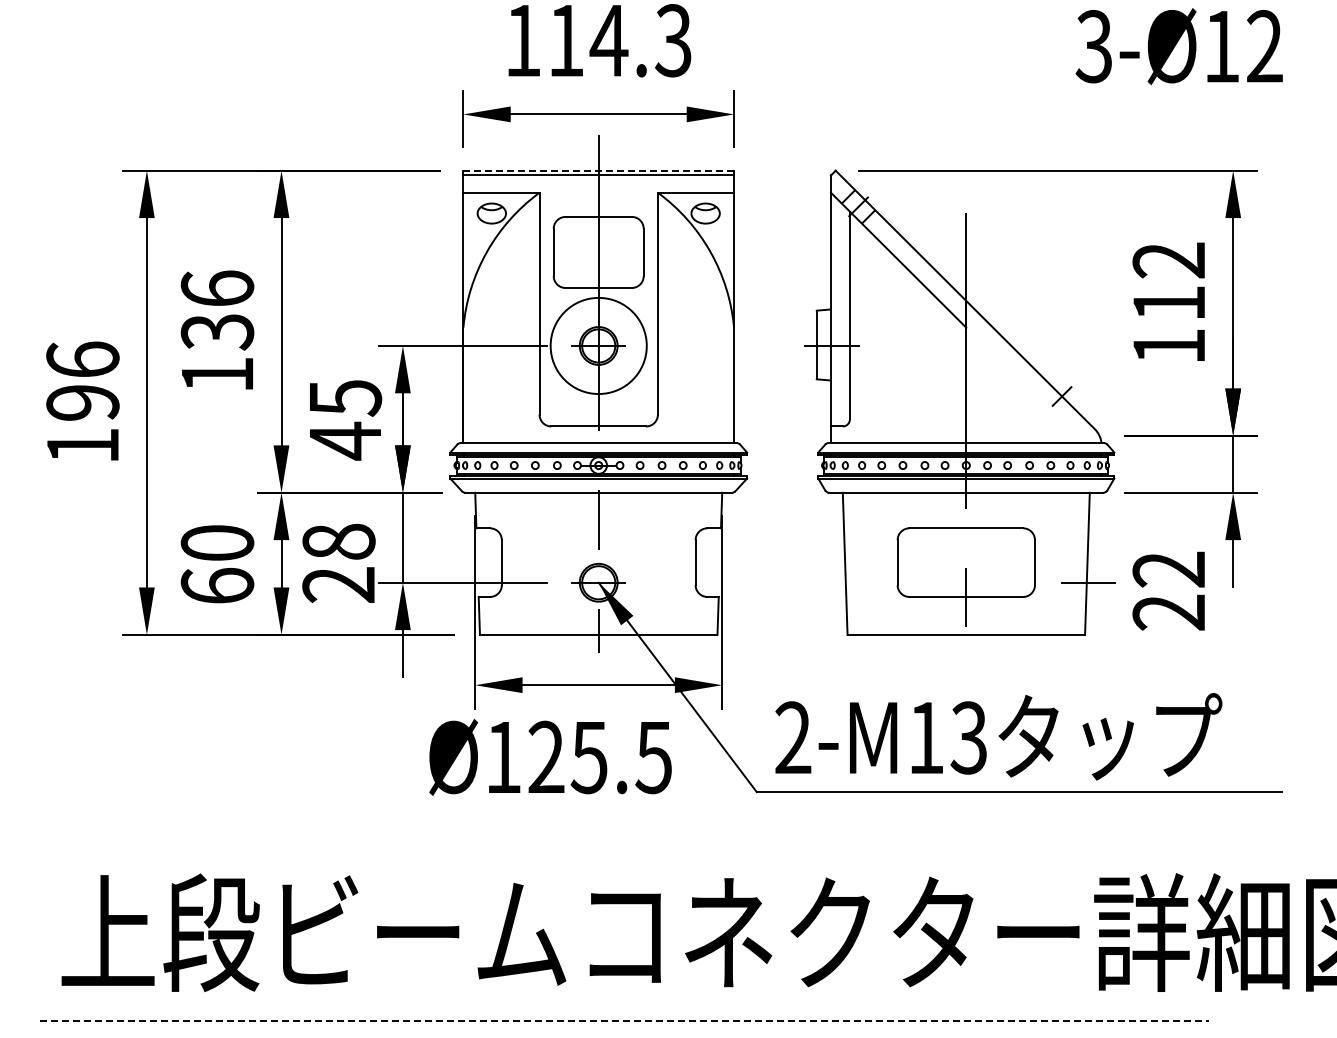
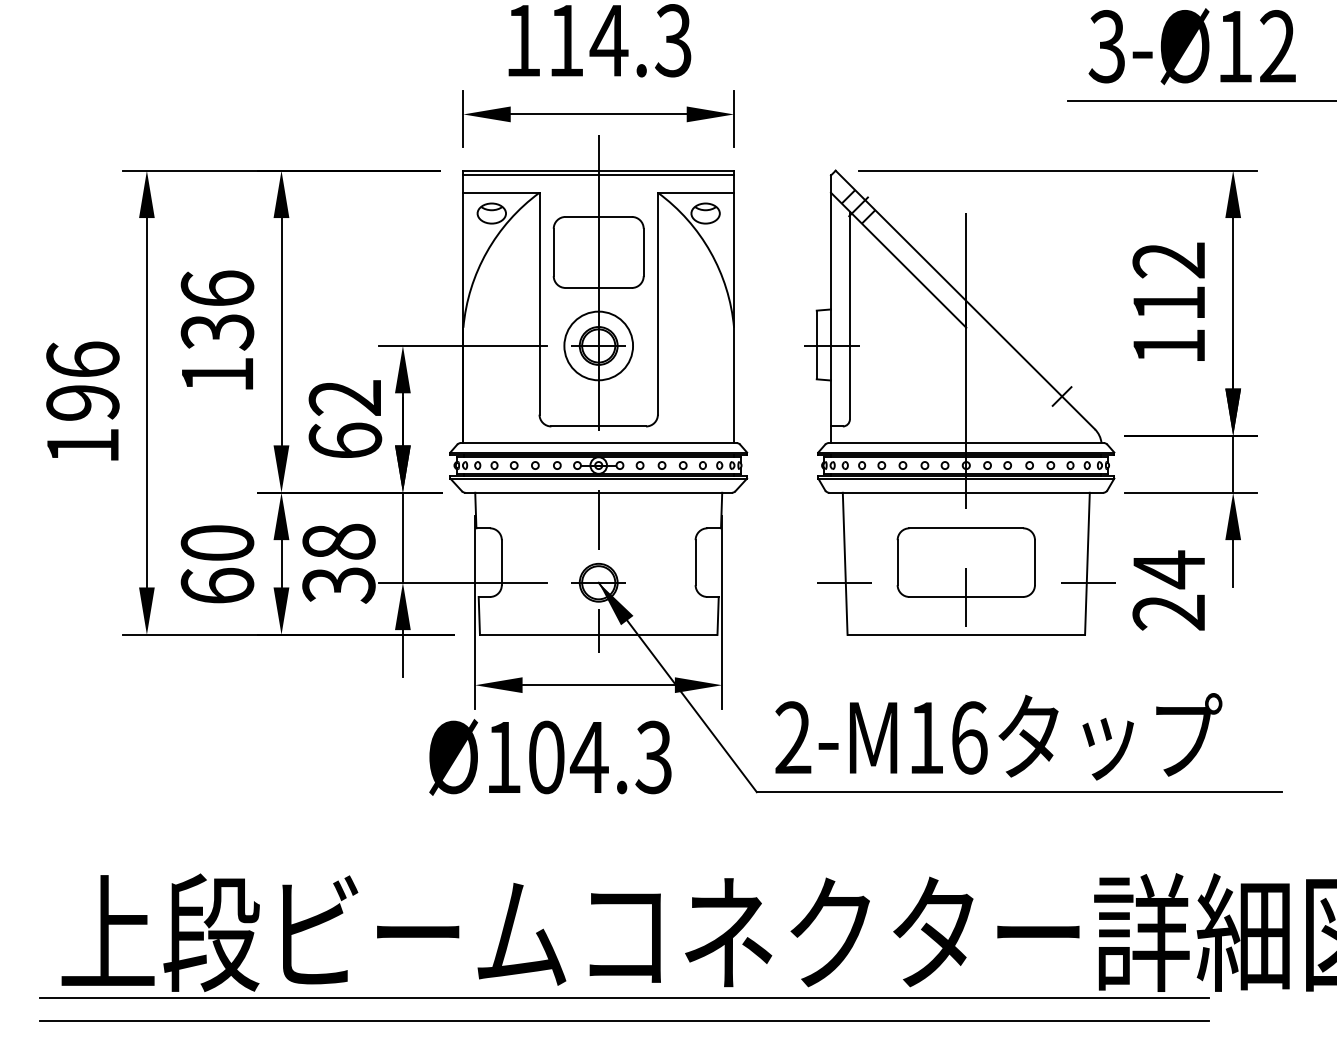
text at (1178, 46) position: (1178, 46) -> (1191, 46)
line at (1200, 100): none -> present
line at (599, 170): dashed -> solid
circle at (598, 345) diameter: 96 px -> 69 px
text at (345, 420): 45 -> 62
text at (1168, 569): 22 -> 24
line at (843, 582): none -> present
text at (338, 585): 28 -> 38
text at (968, 737): 2-M13 -> 2-M16
text at (599, 757): Ø125.5 -> Ø104.3
line at (624, 997): none -> present
line at (625, 1021): dashed -> solid
